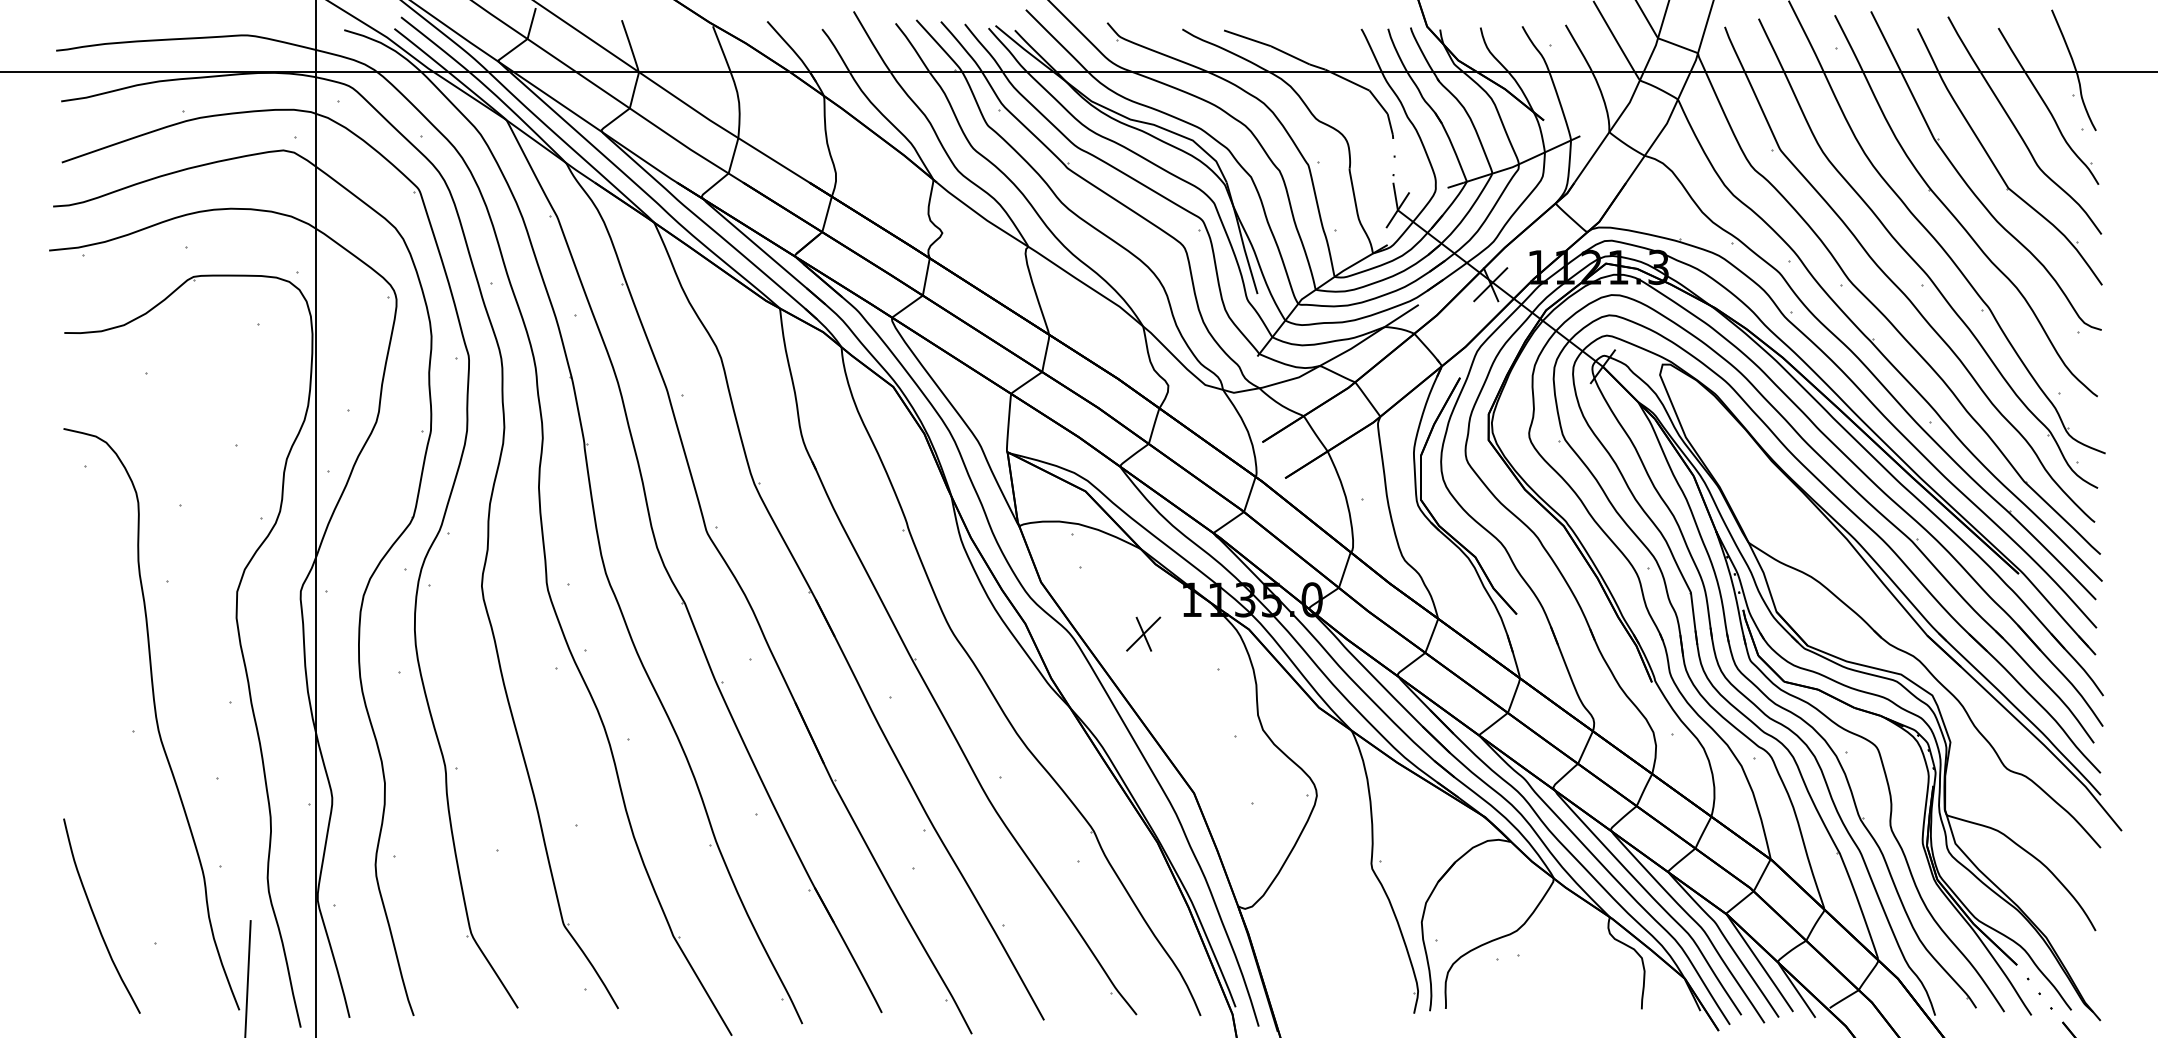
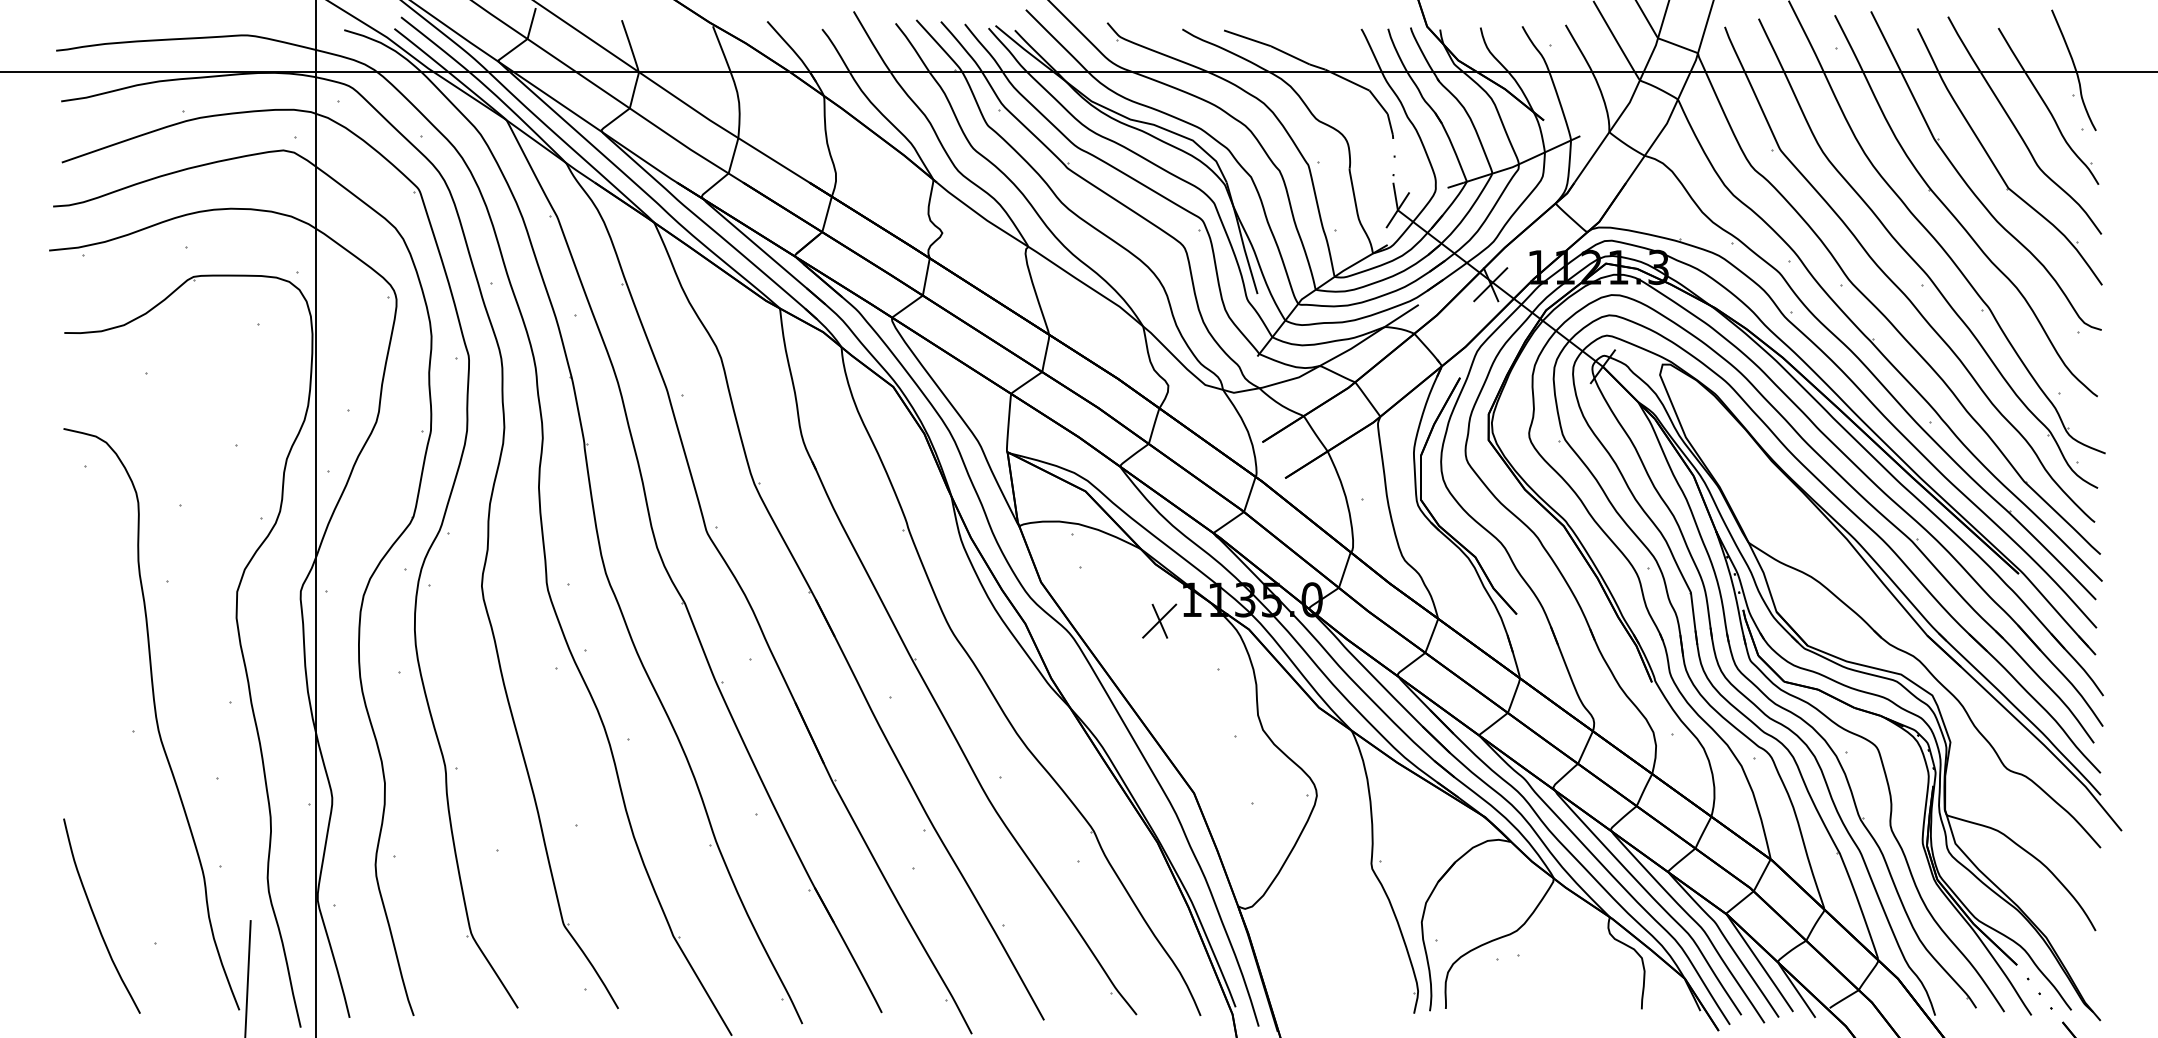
part at (1143, 633) position: (1143, 633) -> (1159, 620)
